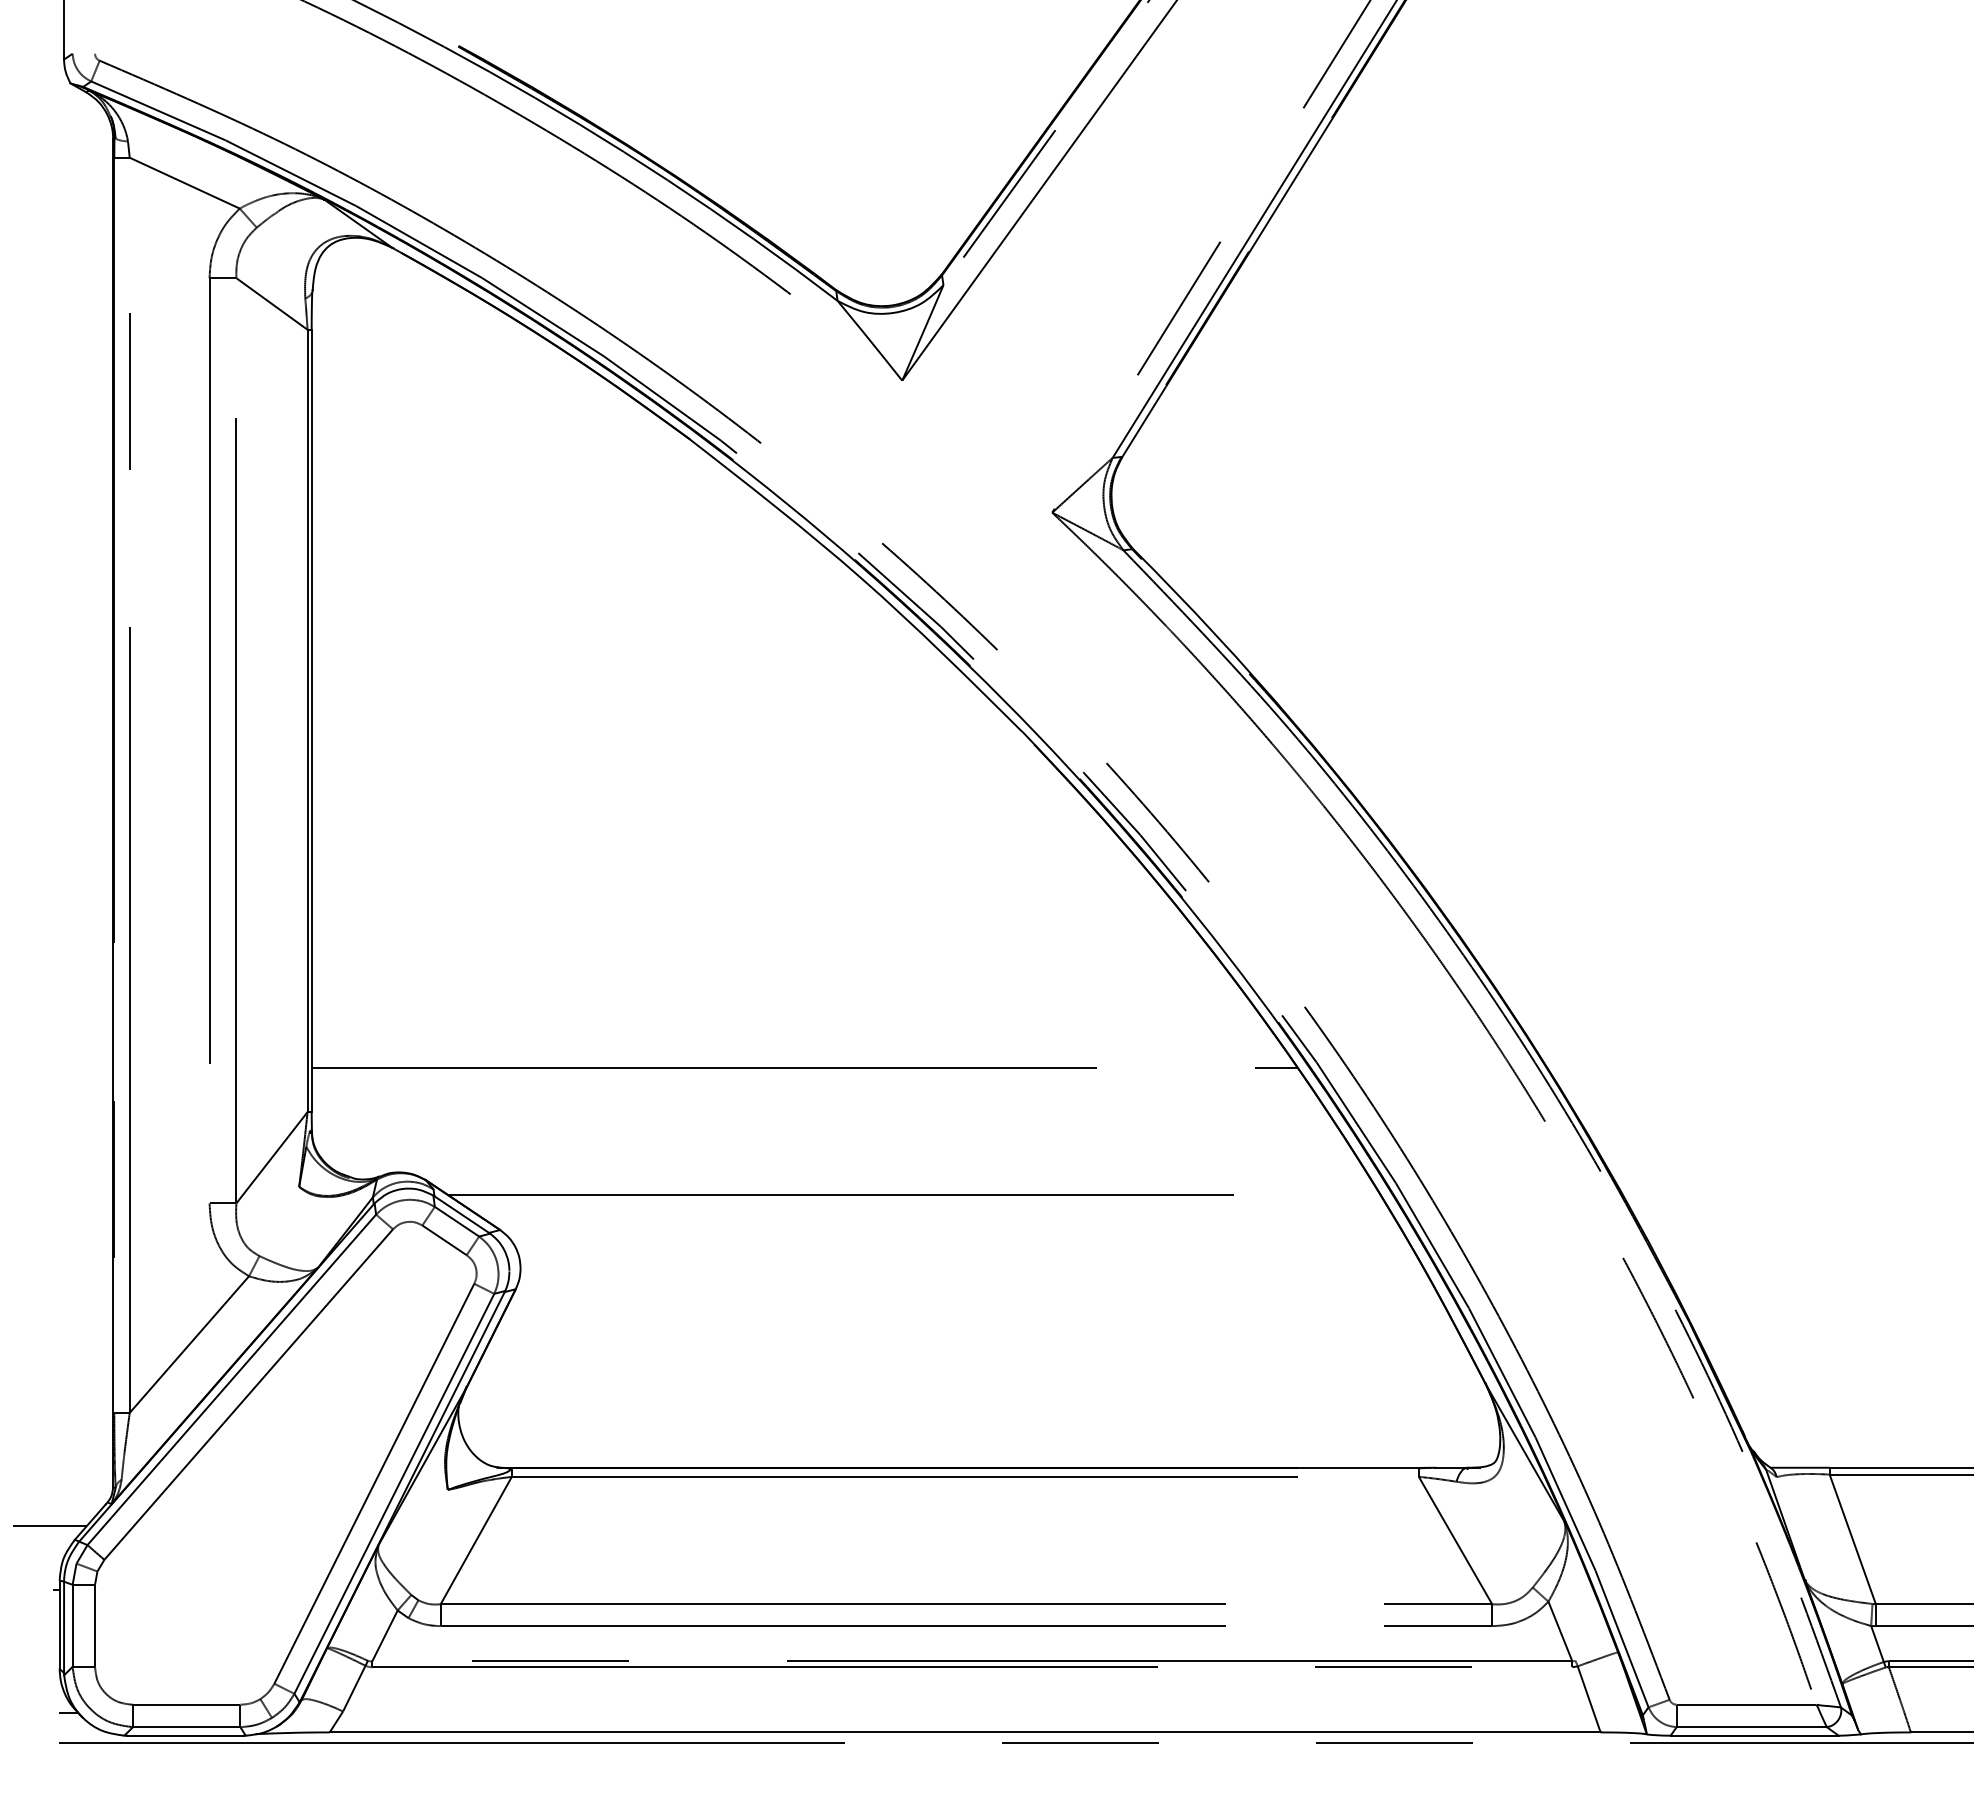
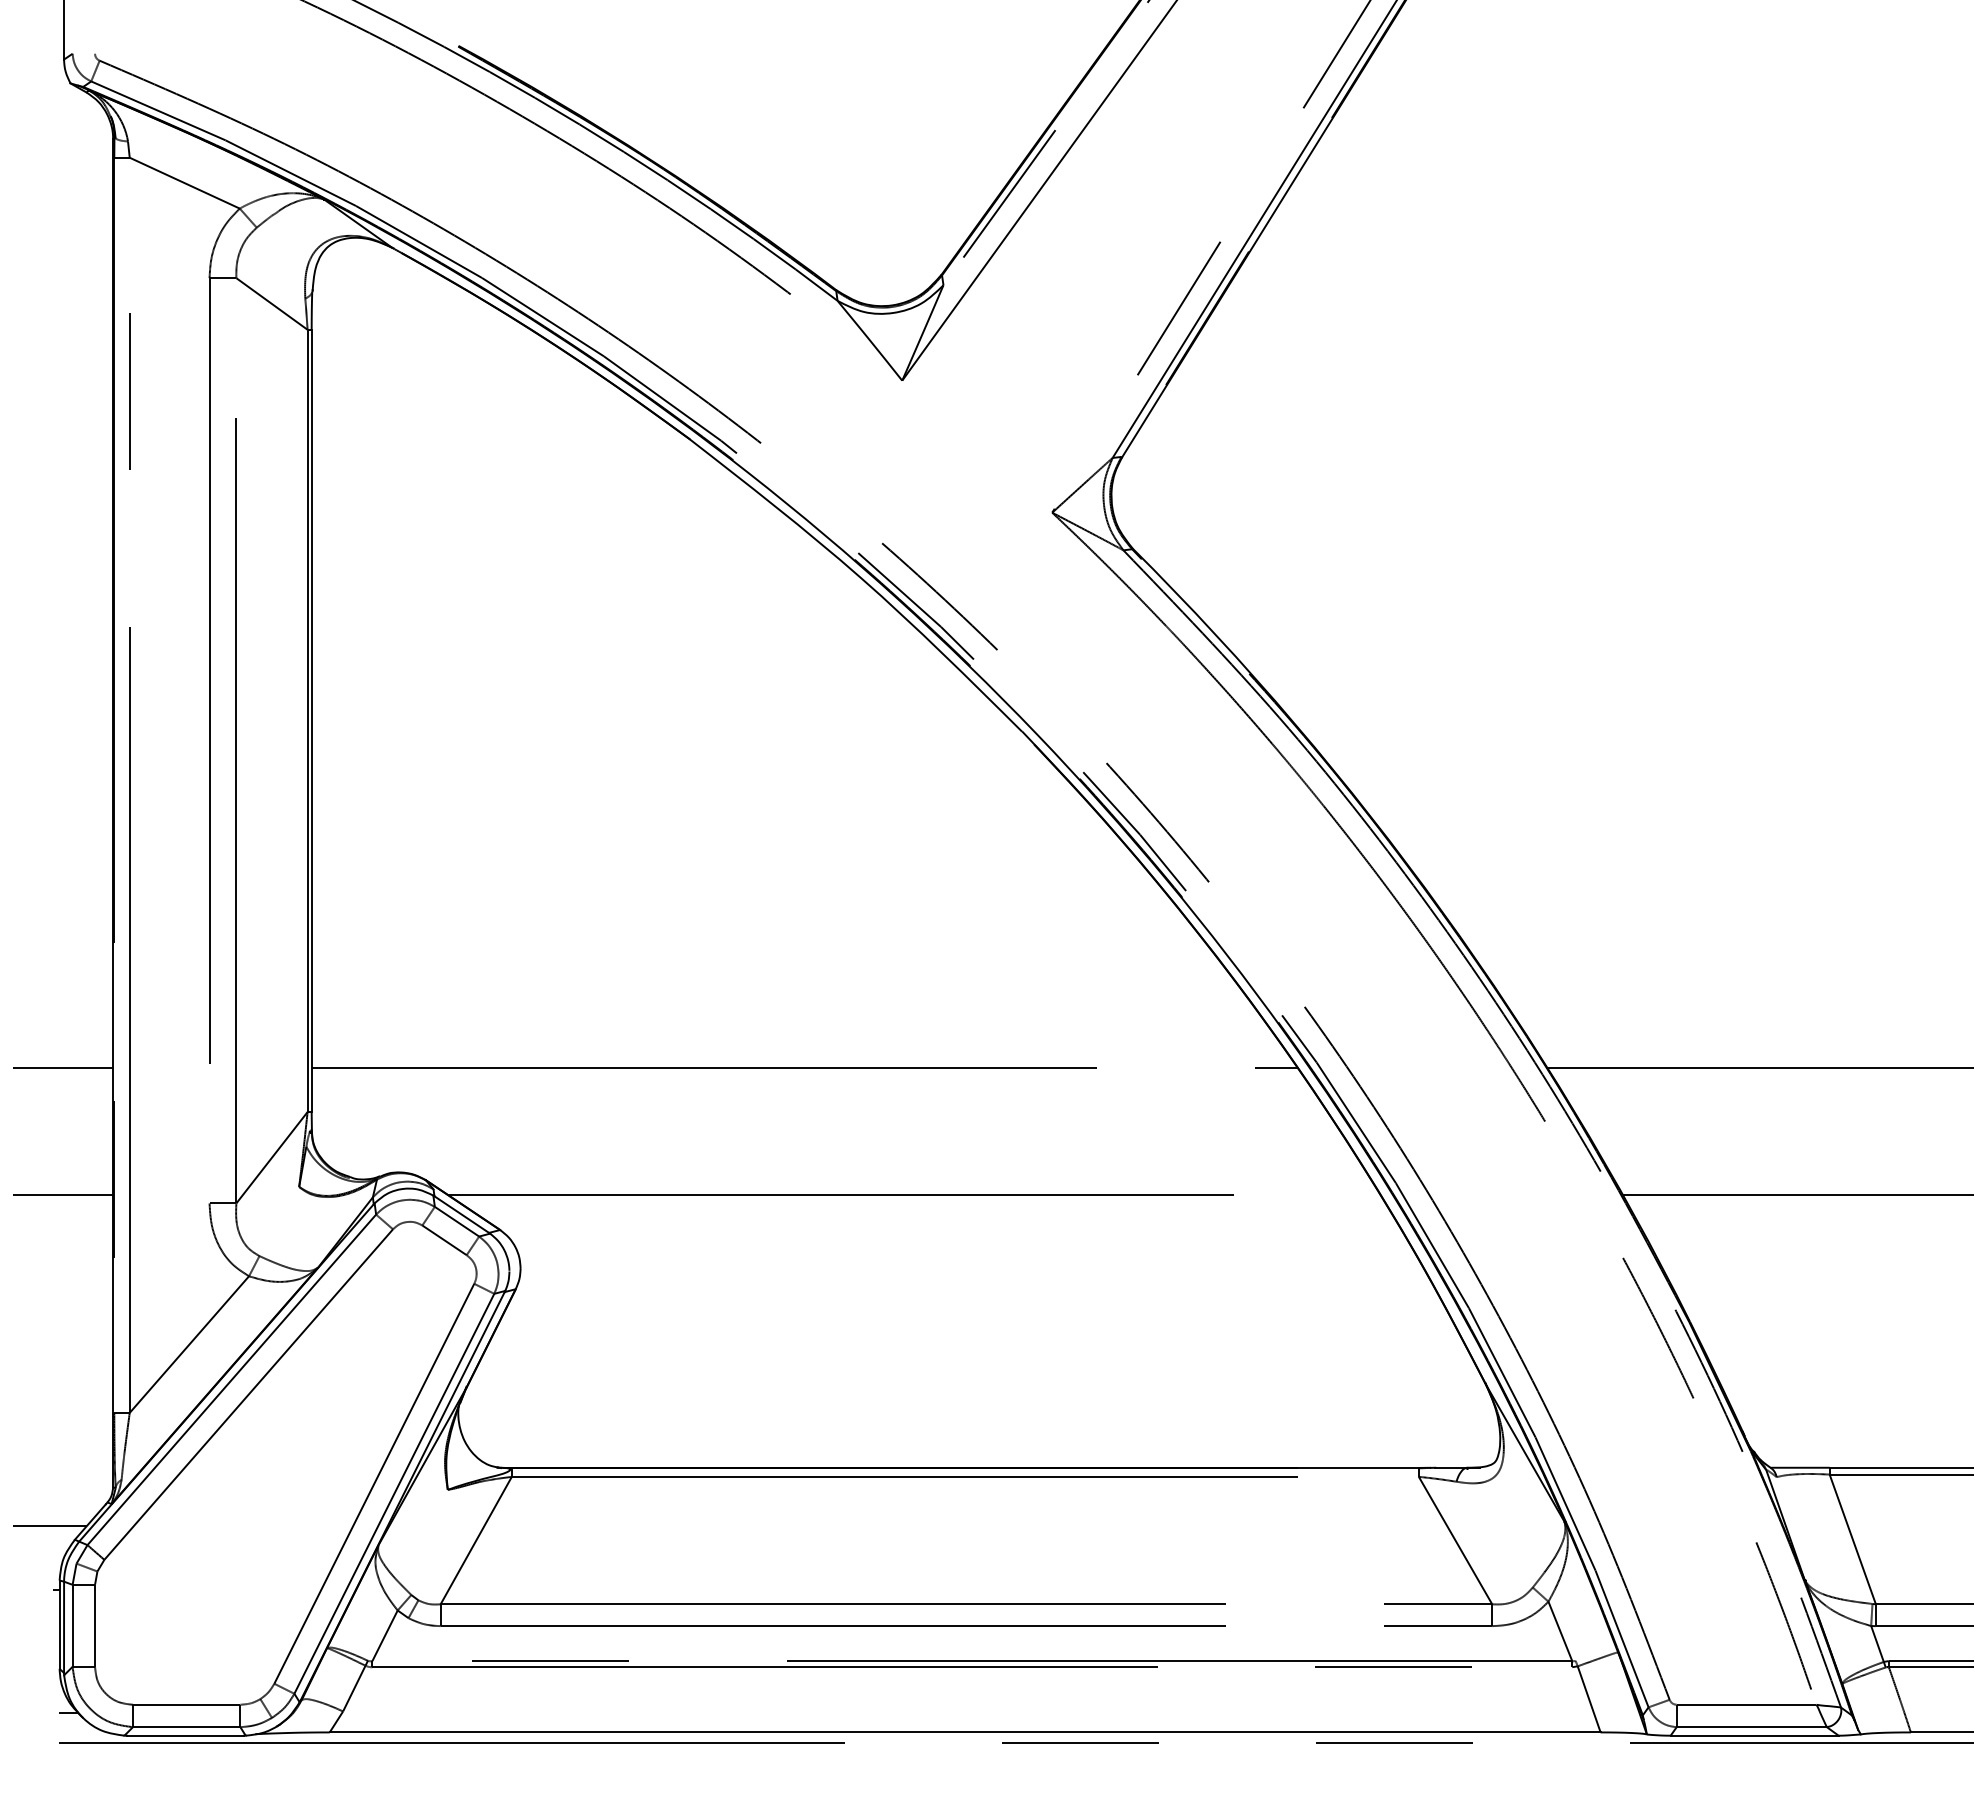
line at (63, 1068): none -> present
line at (1758, 1068): none -> present
line at (63, 1195): none -> present
line at (1796, 1195): none -> present
